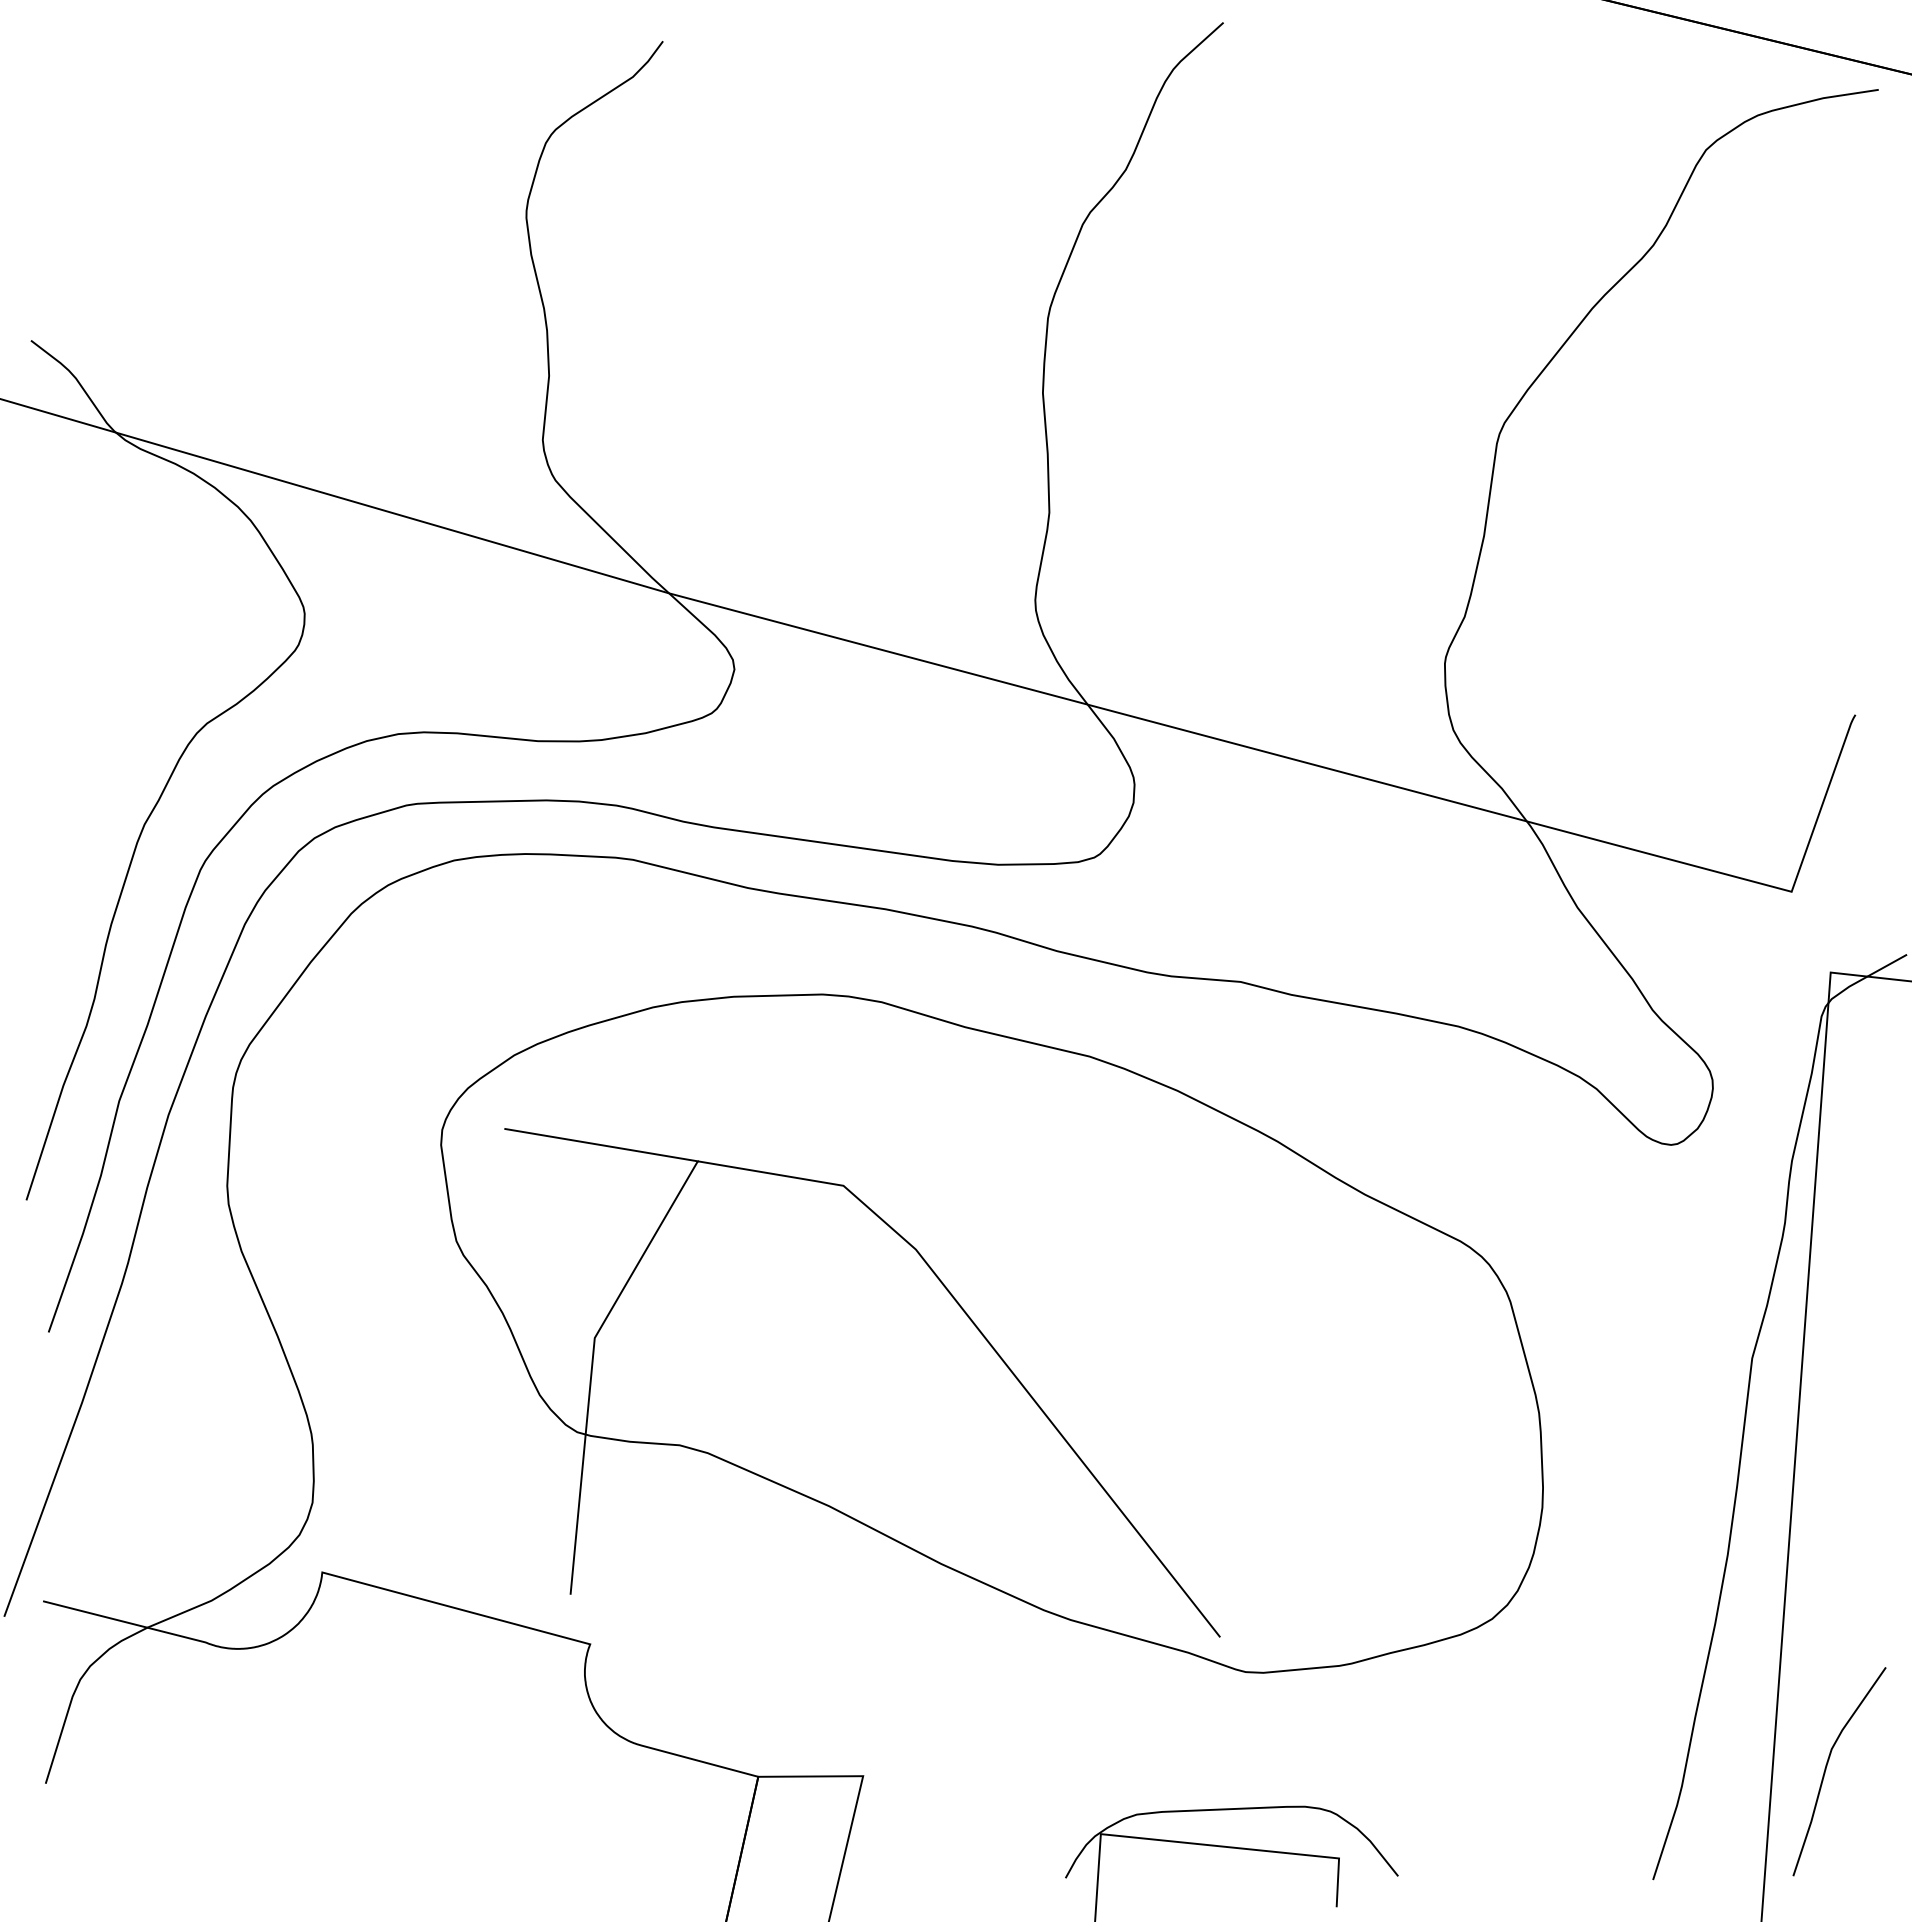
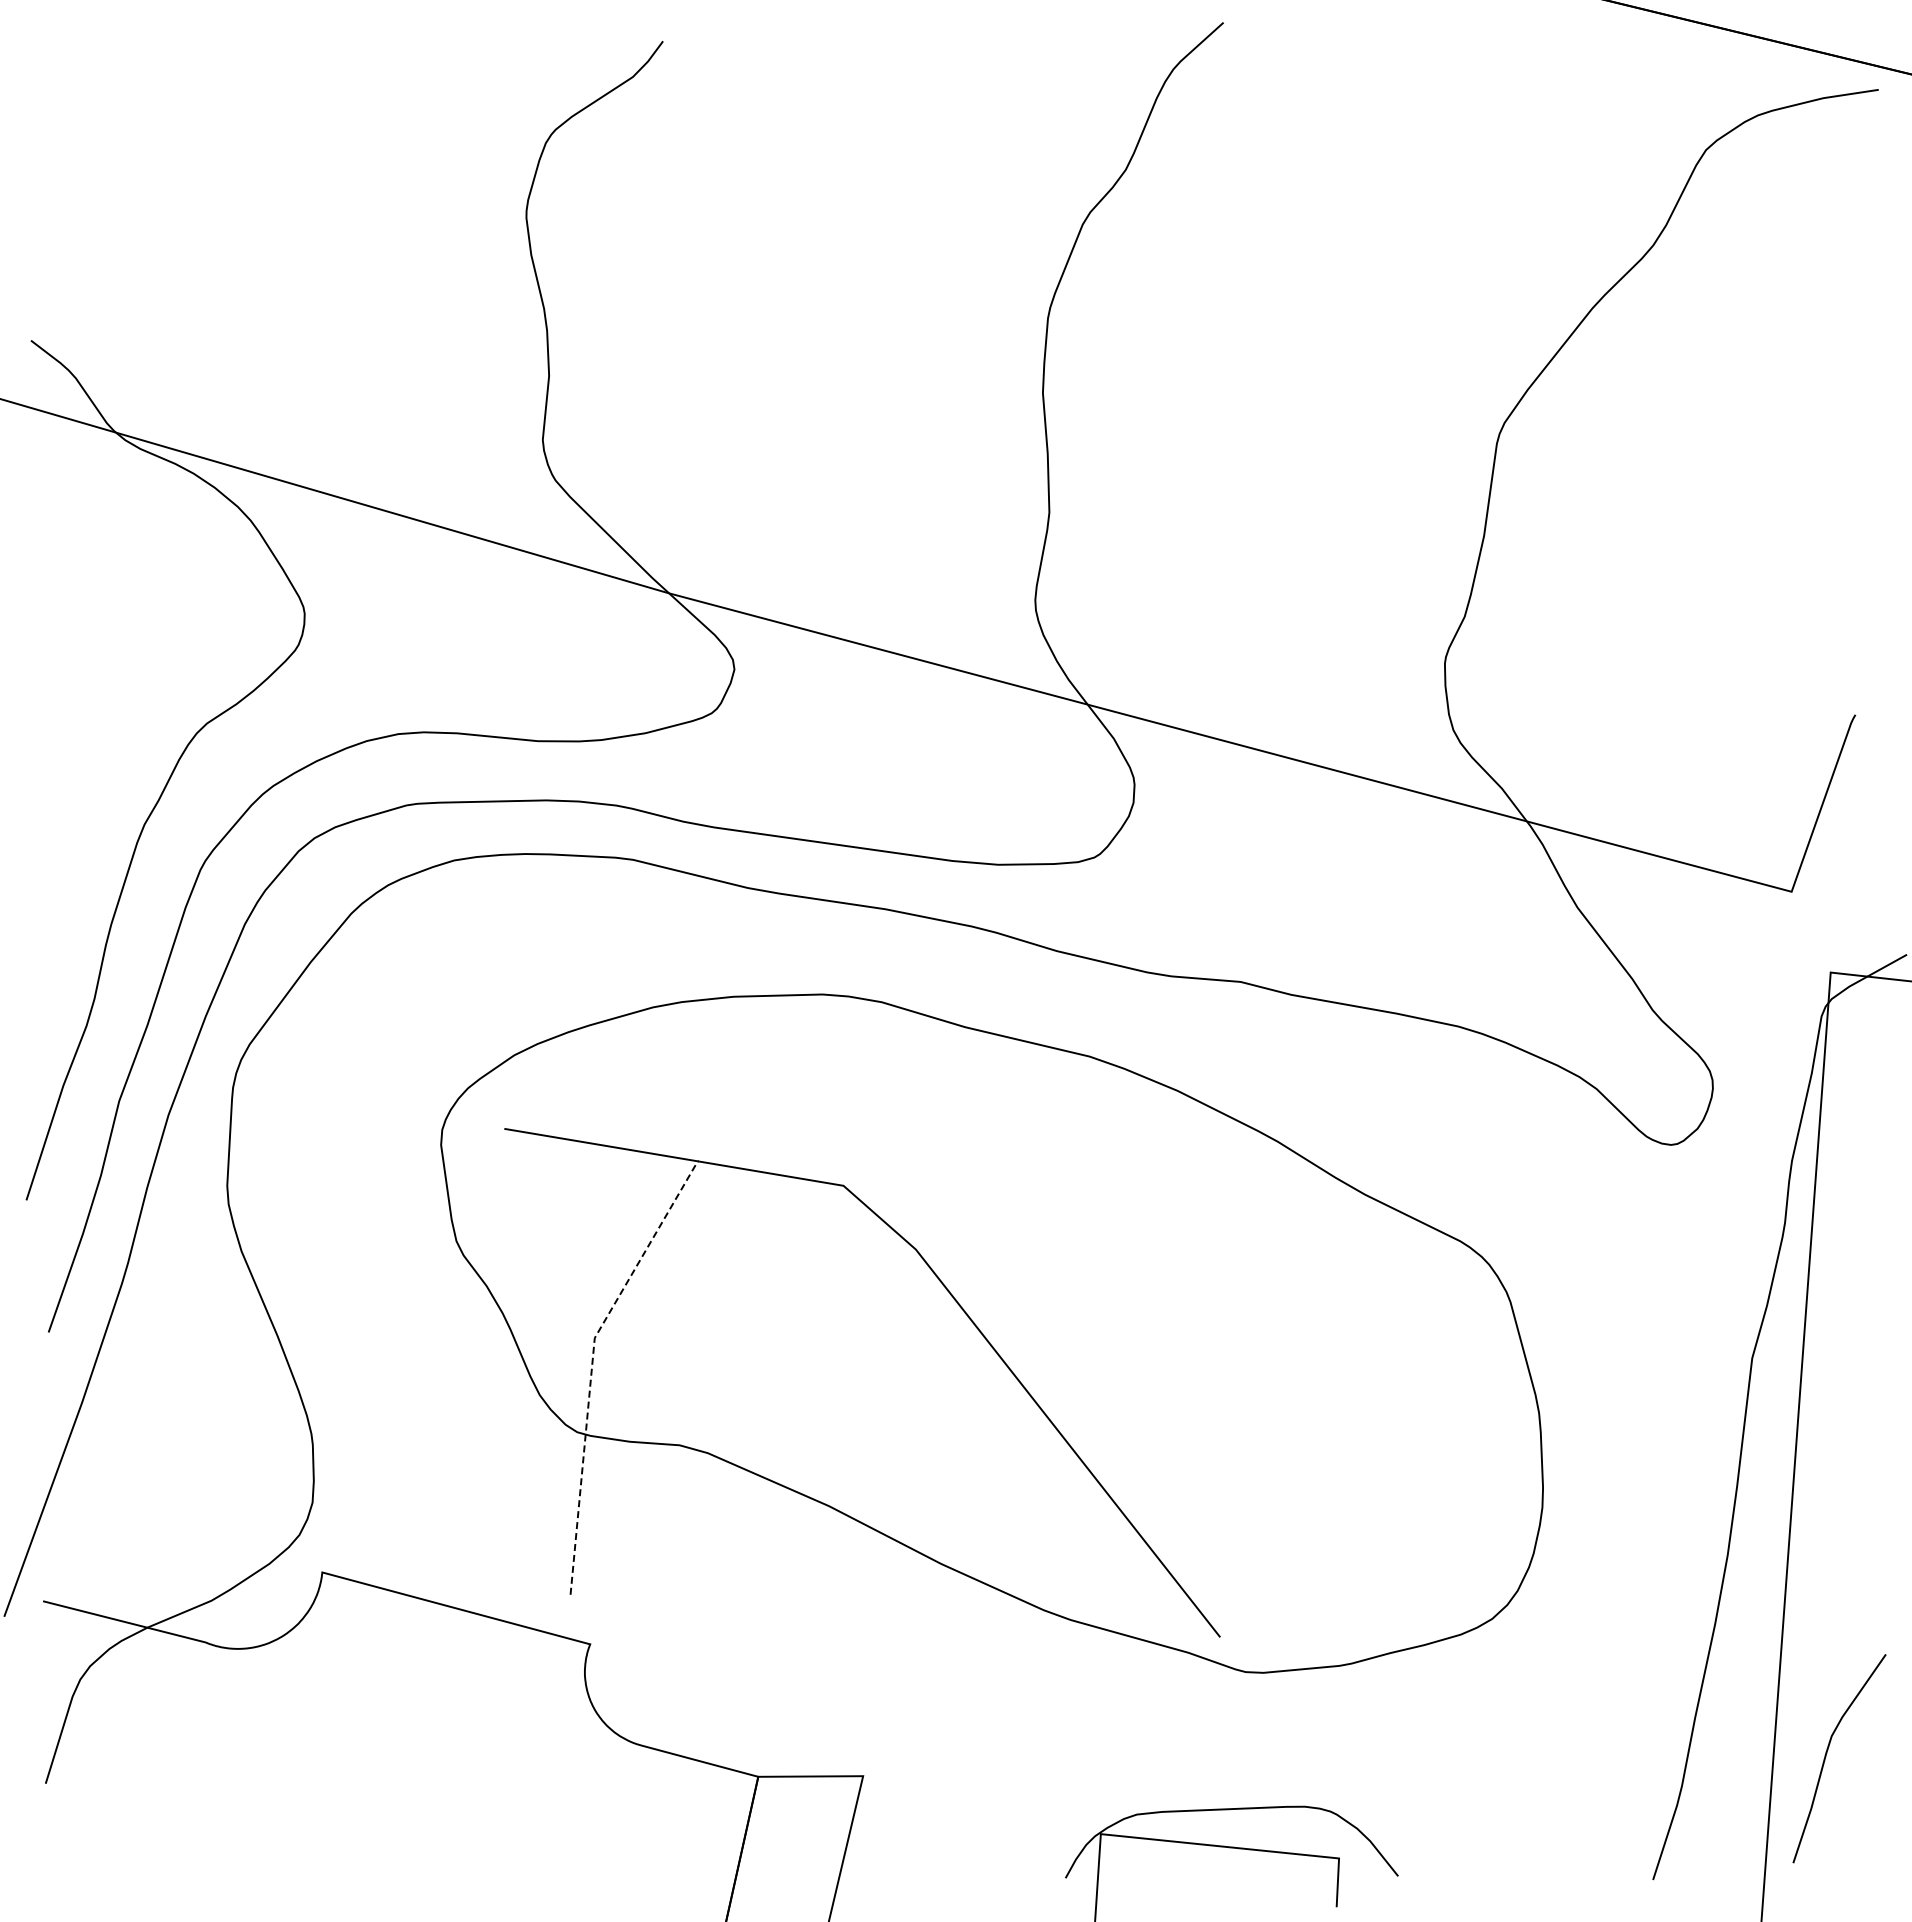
line at (592, 1363): solid -> dashed
curve at (1827, 1766) position: (1827, 1766) -> (1827, 1753)
